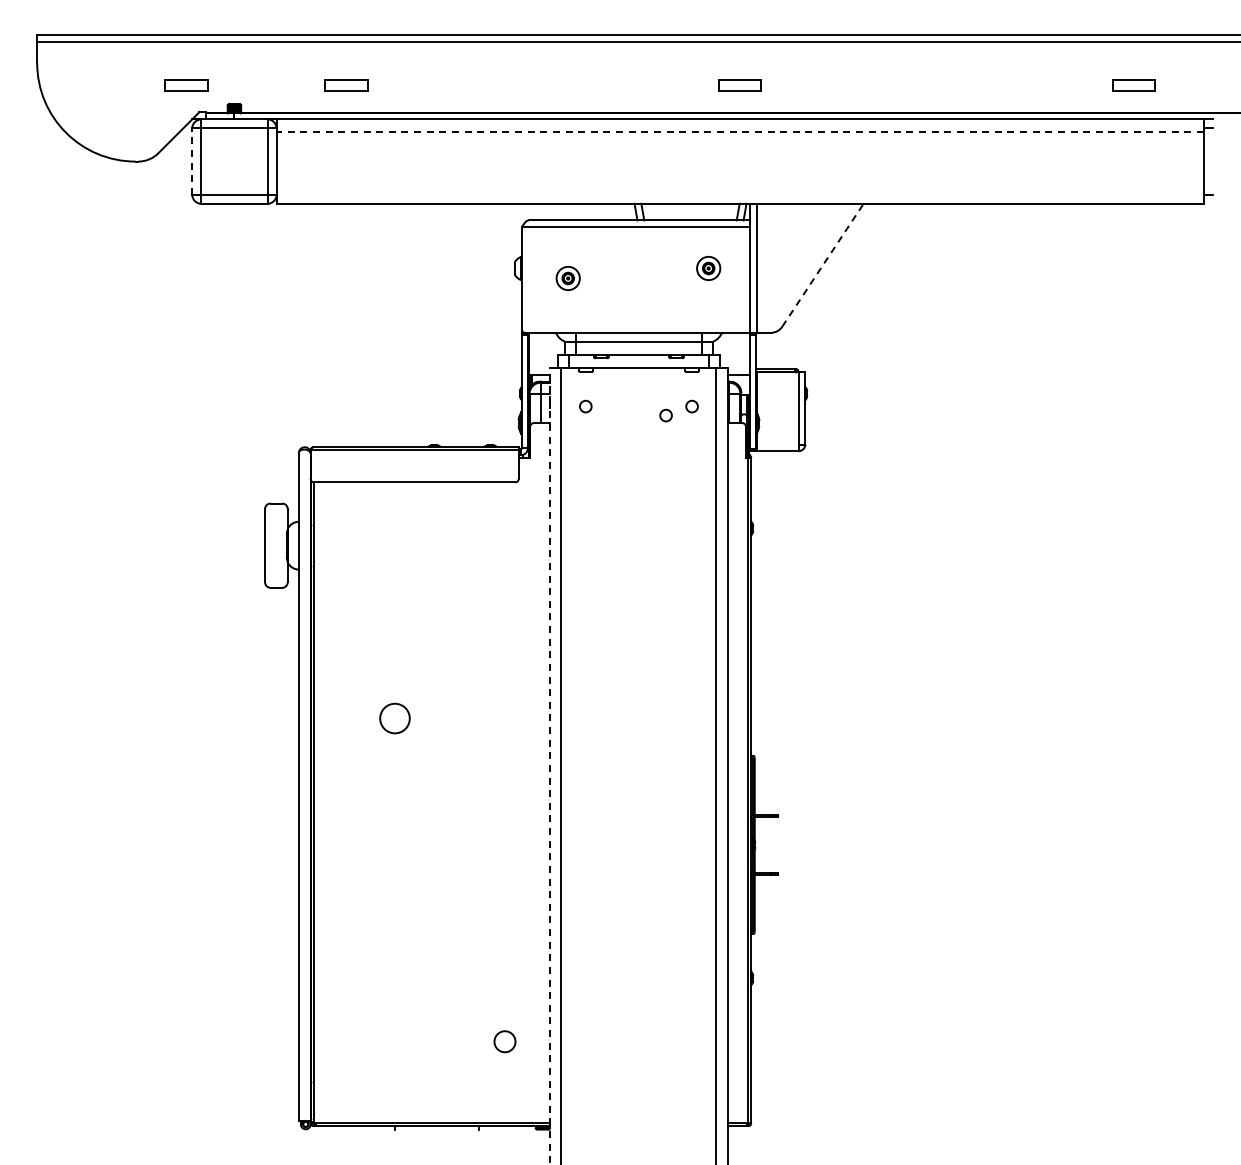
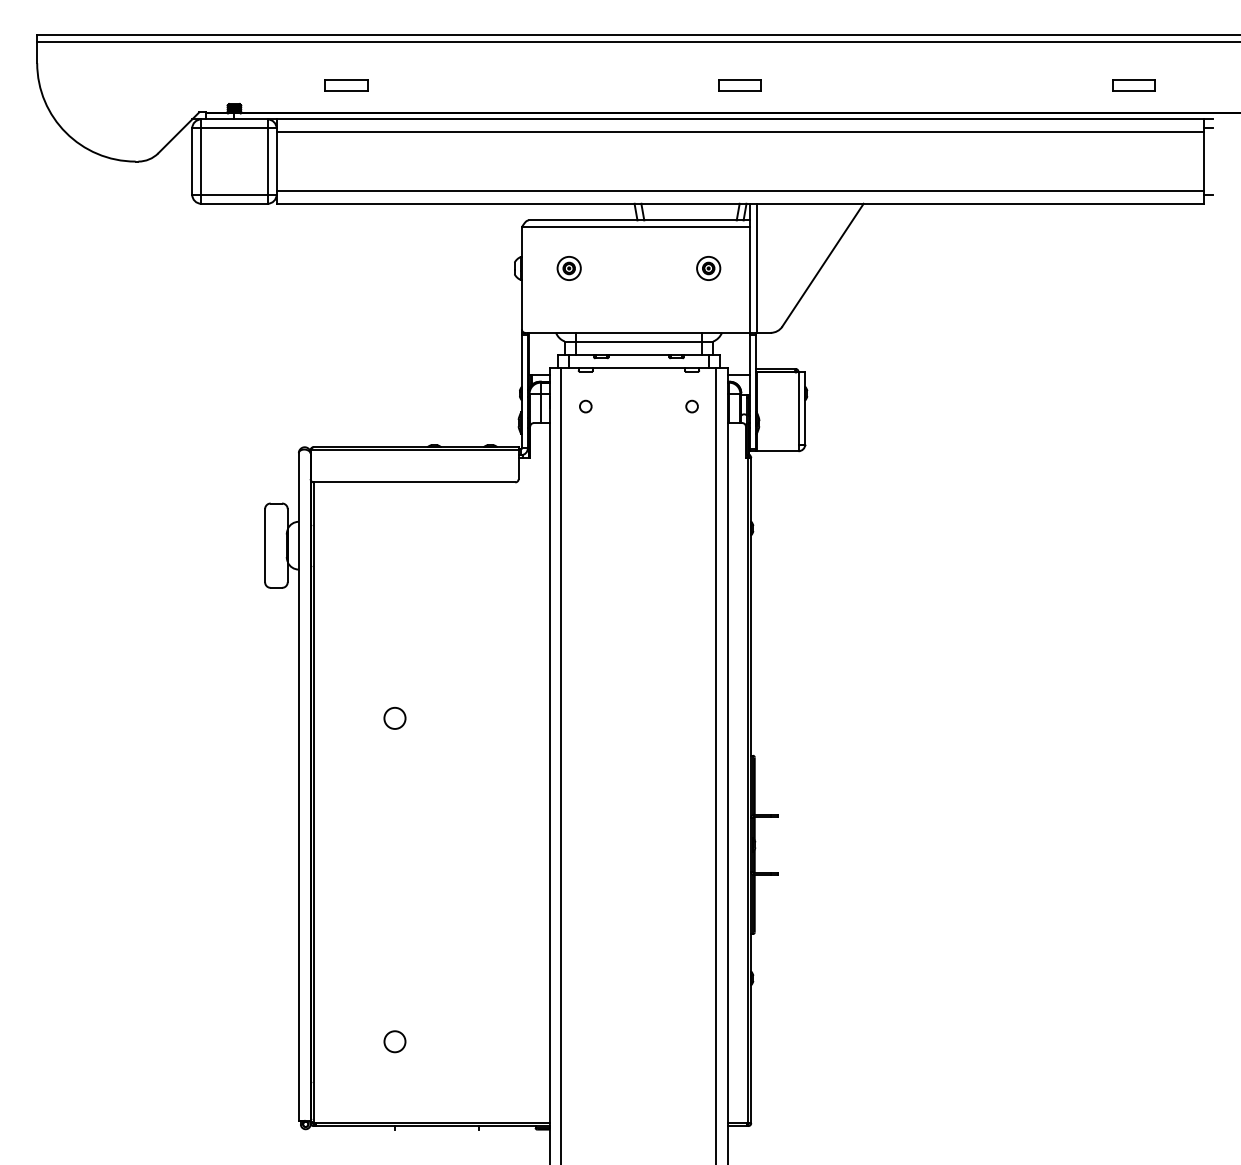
part at (186, 85): present -> none
line at (740, 131): dashed -> solid
line at (192, 161): dashed -> solid
line at (739, 191): none -> present
line at (823, 265): dashed -> solid
part at (567, 278) position: (567, 278) -> (568, 268)
circle at (665, 415): present -> none
circle at (394, 718) size: 32x33 px -> 24x24 px
line at (550, 765): dashed -> solid
circle at (504, 1041) position: (504, 1041) -> (394, 1041)
